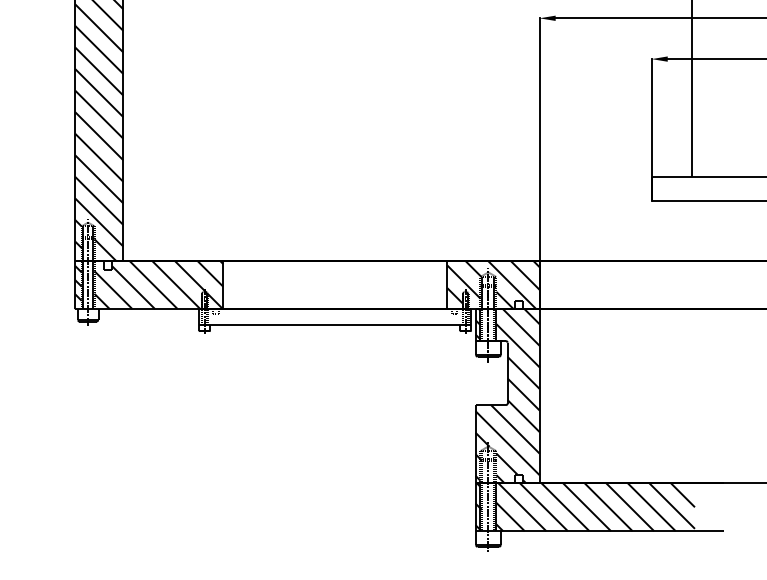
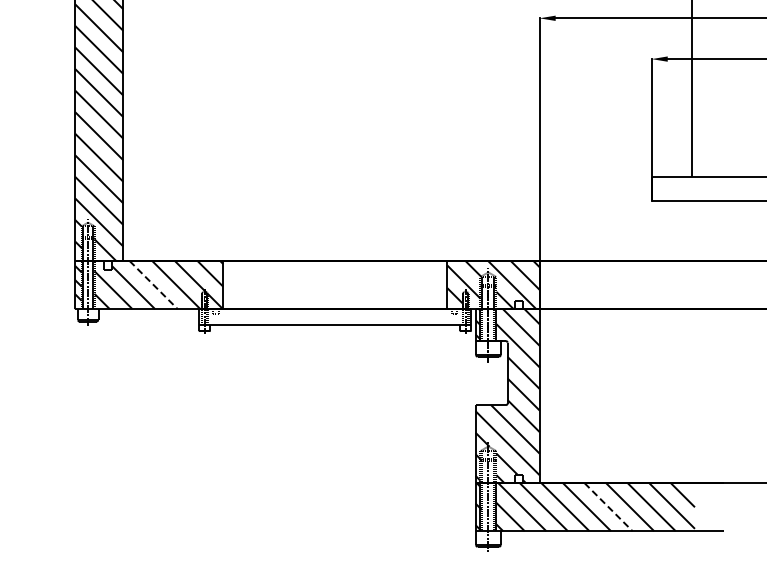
line at (153, 285): solid -> dashed
line at (608, 507): solid -> dashed
